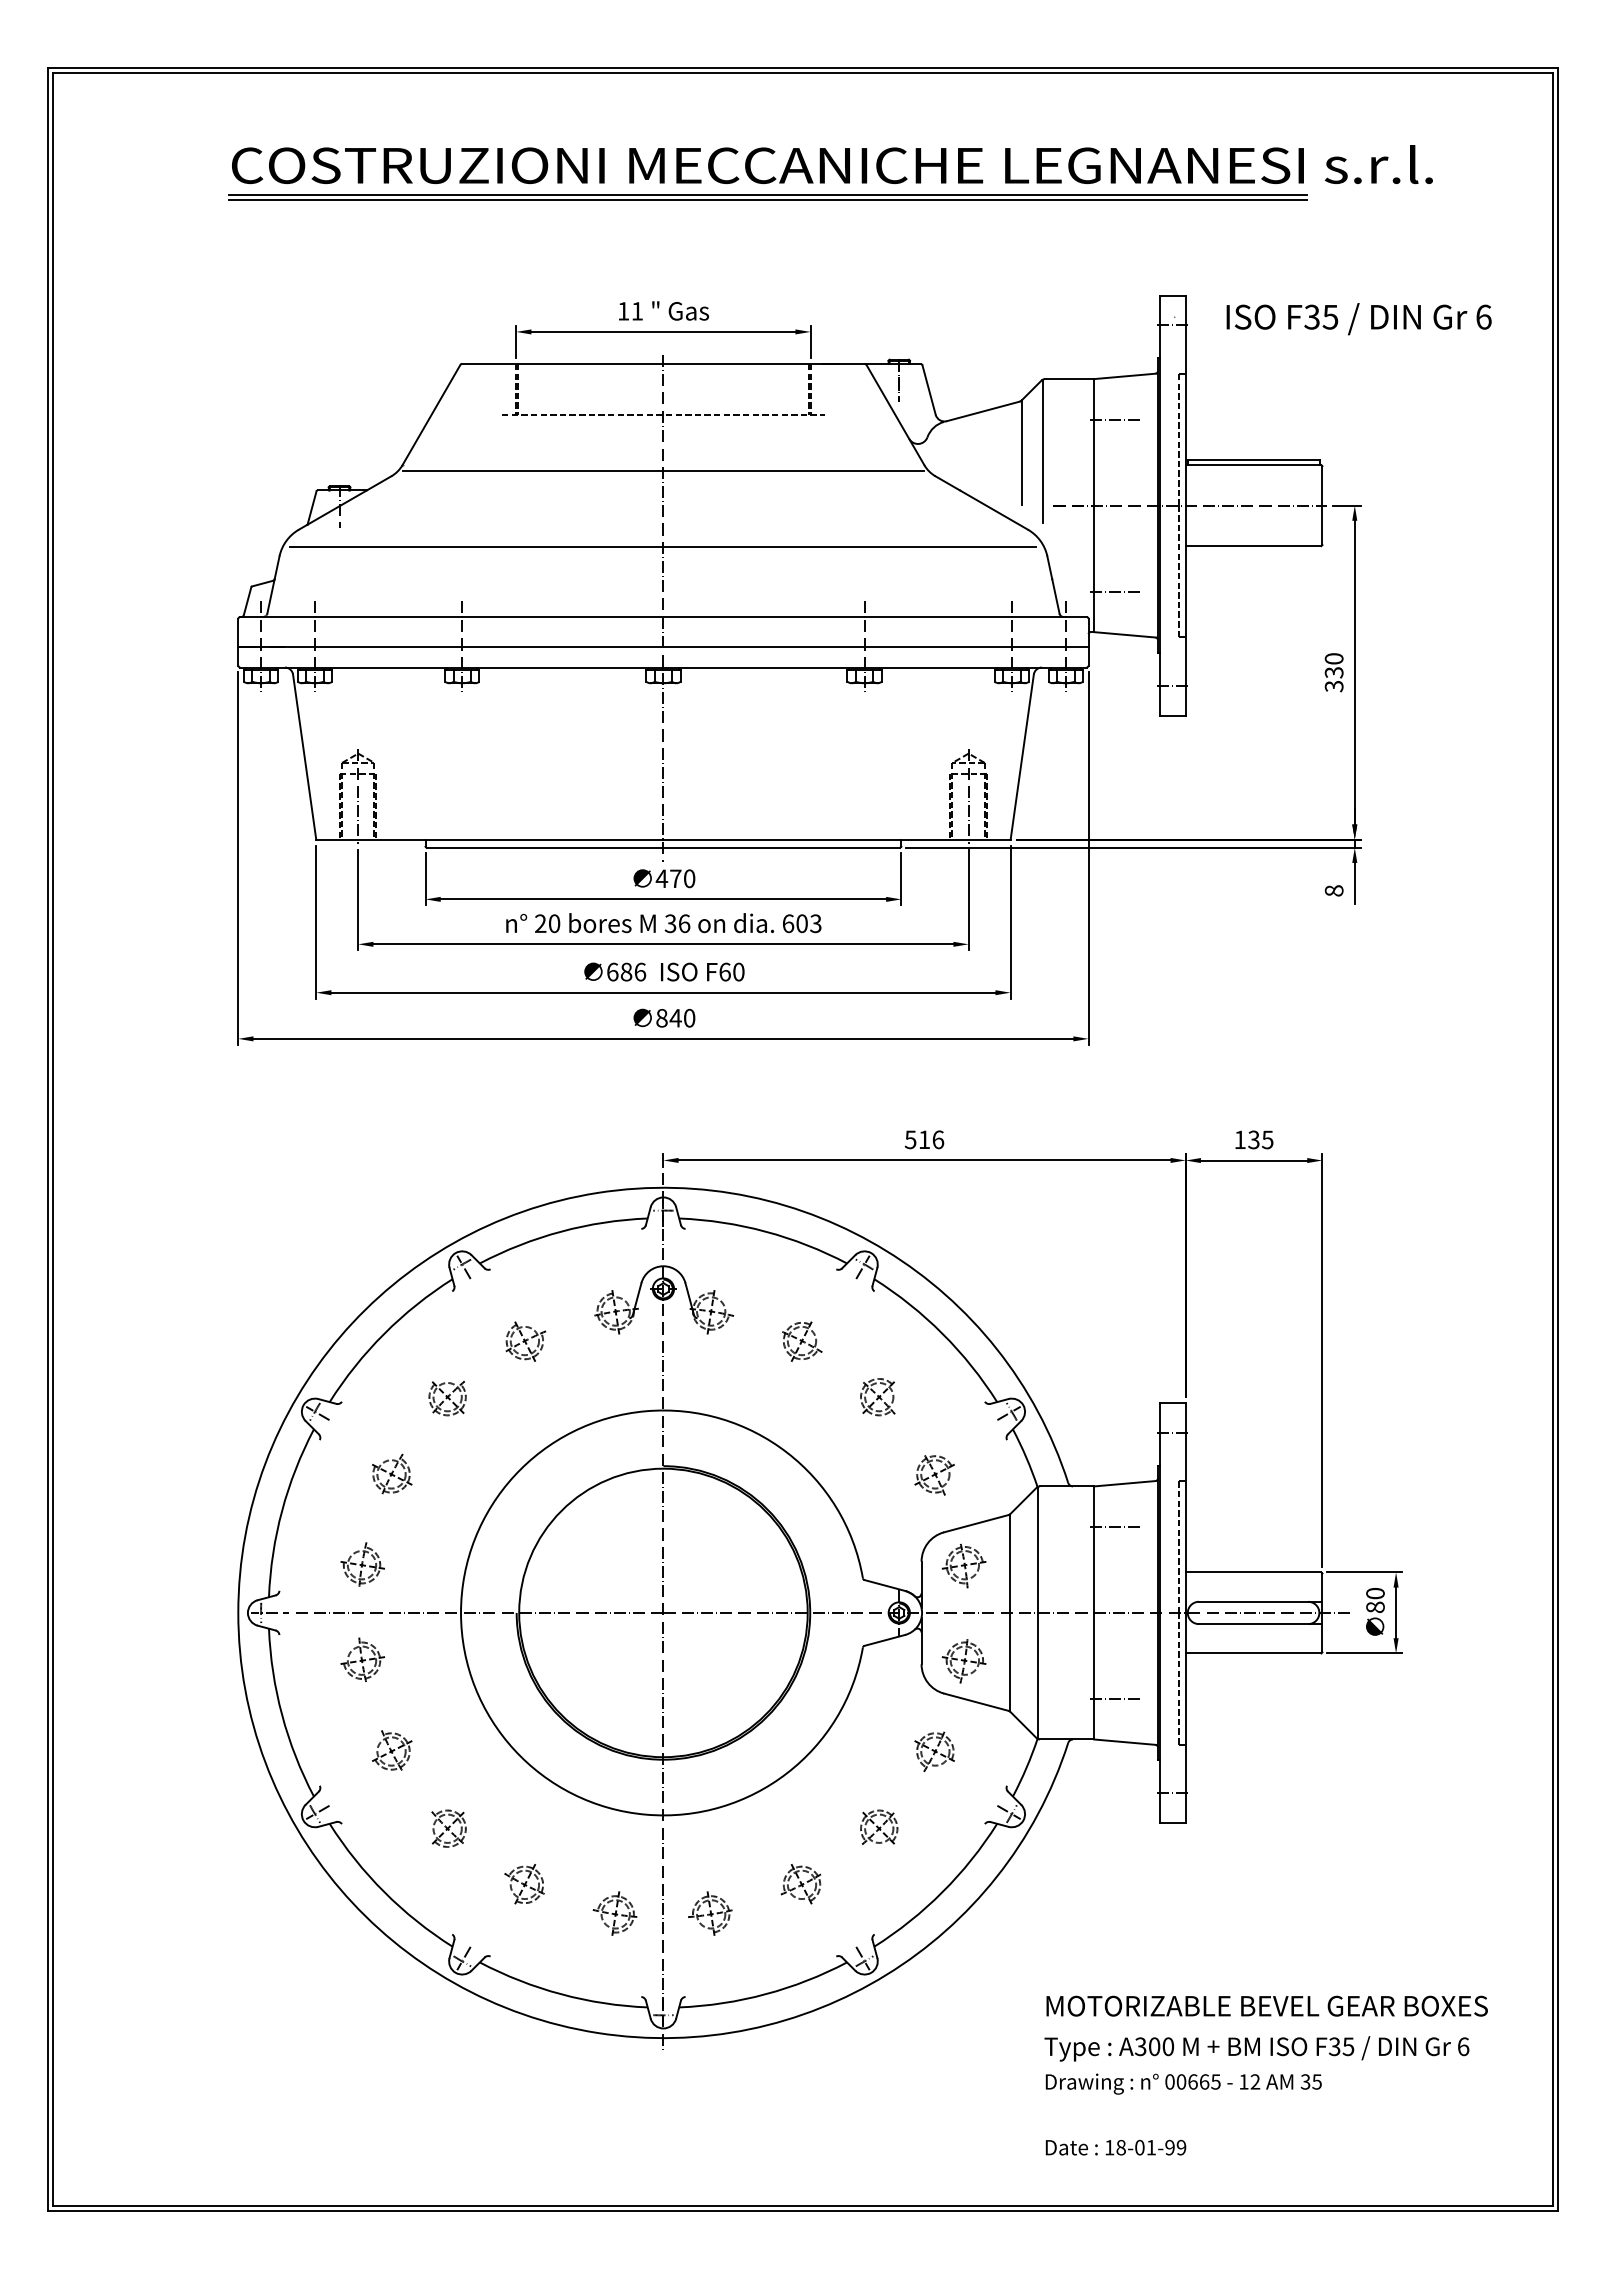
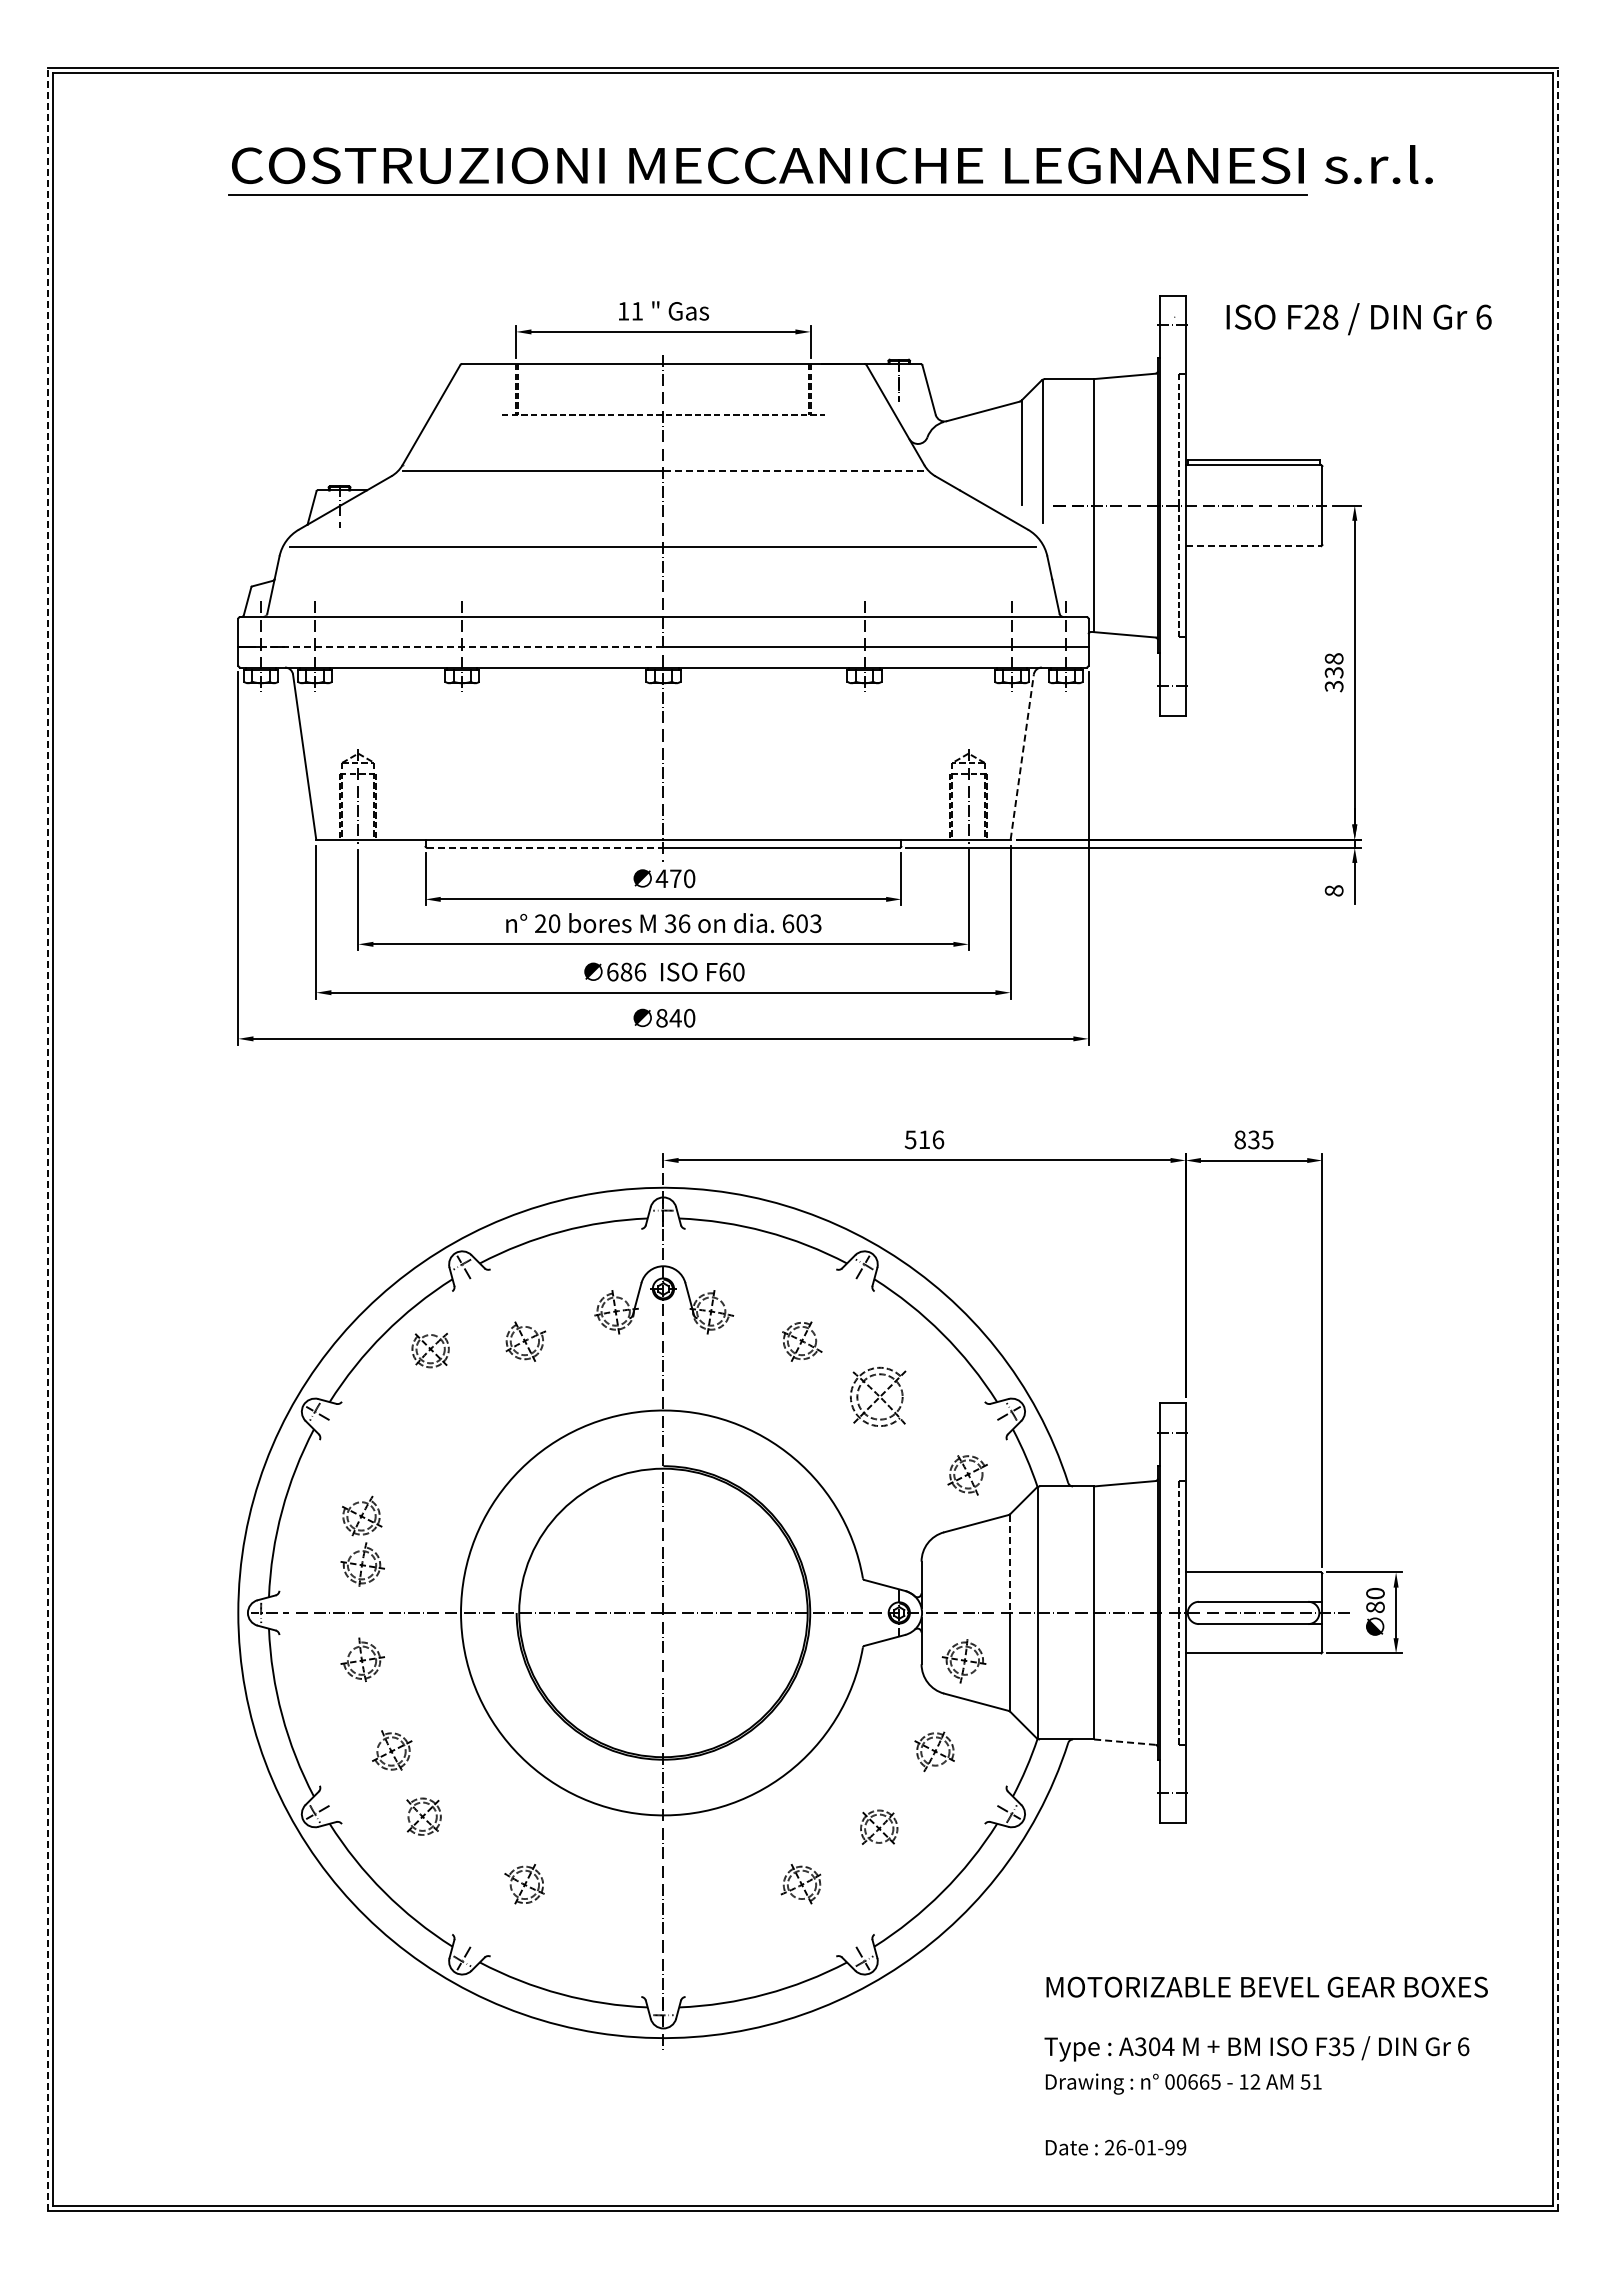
line at (767, 199): present -> none
text at (1321, 316): F35 -> F28
line at (1115, 419): present -> none
line at (793, 471): solid -> dashed
line at (1253, 546): solid -> dashed
line at (1115, 591): present -> none
line at (450, 647): solid -> dashed
text at (1334, 658): 330 -> 338
line at (1022, 756): solid -> dashed
line at (545, 847): solid -> dashed
line at (48, 1139): solid -> dashed
text at (1239, 1139): 135 -> 835
line at (1557, 1139): solid -> dashed
part at (877, 1397) size: 36x39 px -> 57x61 px
part at (447, 1398) position: (447, 1398) -> (430, 1350)
part at (392, 1473) position: (392, 1473) -> (362, 1515)
part at (934, 1475) position: (934, 1475) -> (967, 1475)
line at (1115, 1526): present -> none
line at (1009, 1564): solid -> dashed
part at (963, 1565): present -> none
line at (1115, 1699): present -> none
line at (1124, 1742): solid -> dashed
part at (448, 1828) position: (448, 1828) -> (423, 1816)
part at (614, 1913): present -> none
part at (710, 1913): present -> none
text at (1266, 2005) position: (1266, 2005) -> (1266, 1986)
text at (1168, 2046): A300 -> A304
text at (1311, 2081): 35 -> 51
text at (1115, 2147): 18-01-99 -> 26-01-99
